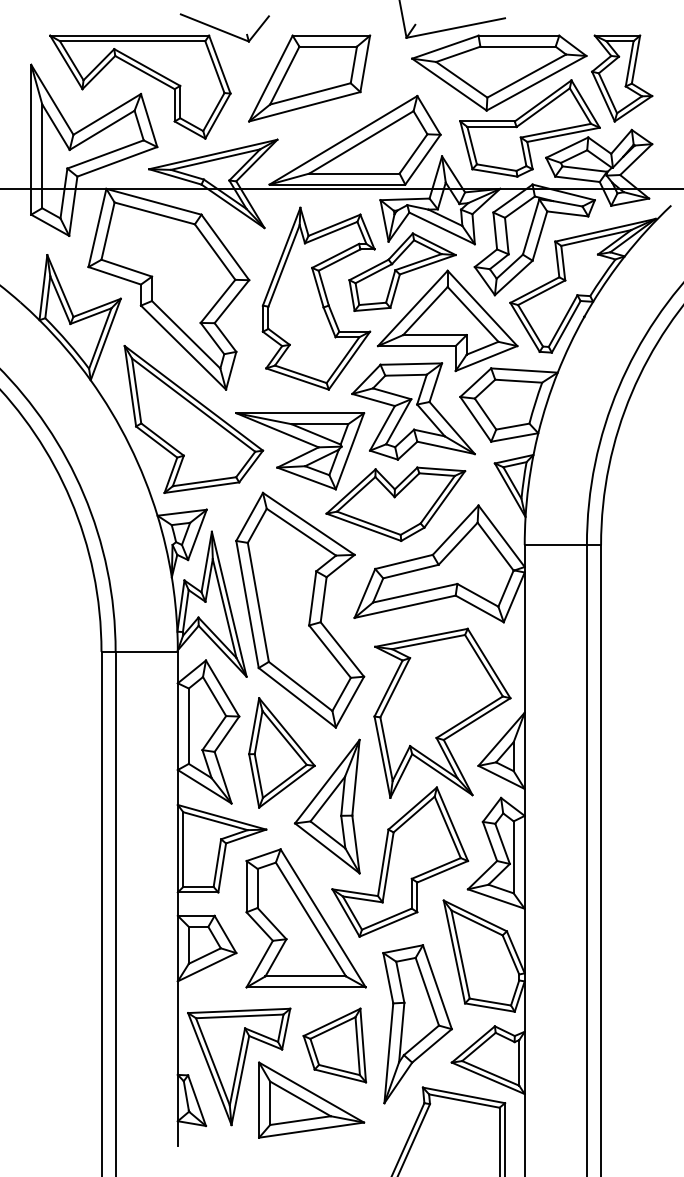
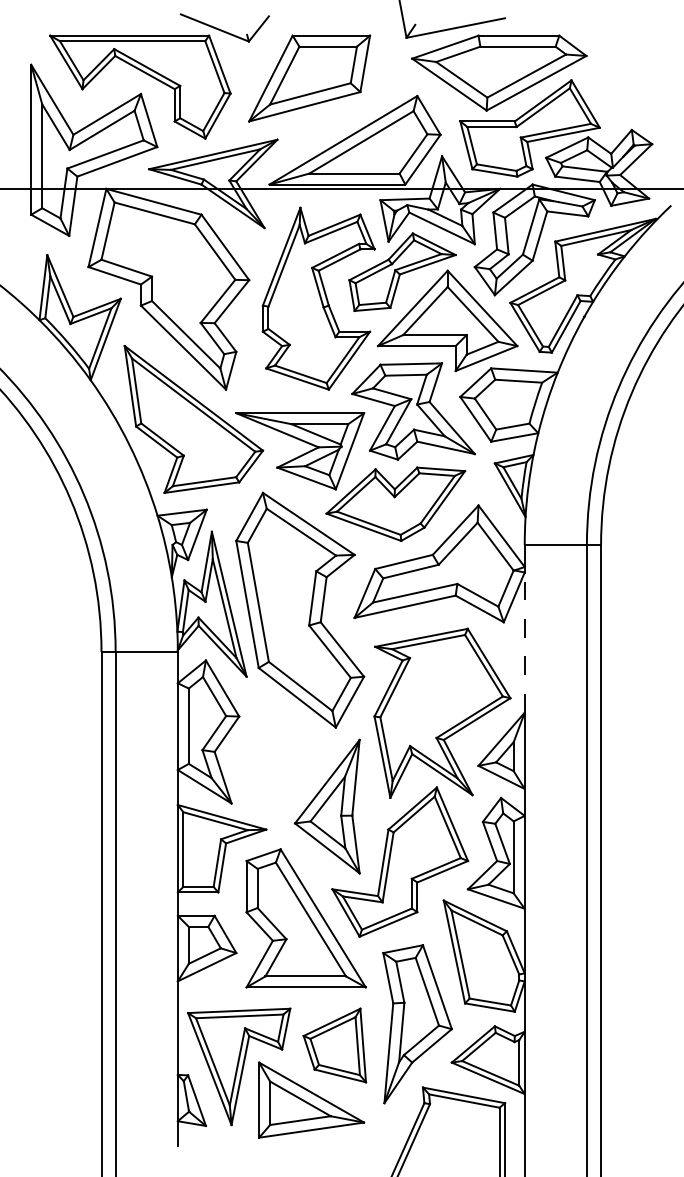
part at (622, 78): present -> none
line at (524, 642): solid -> dashed
part at (281, 752): present -> none
